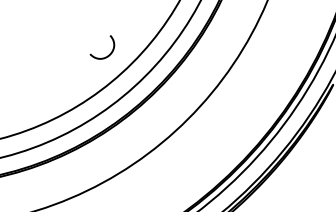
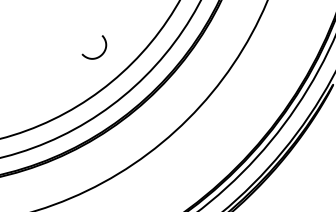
curve at (109, 53) position: (109, 53) -> (101, 53)
